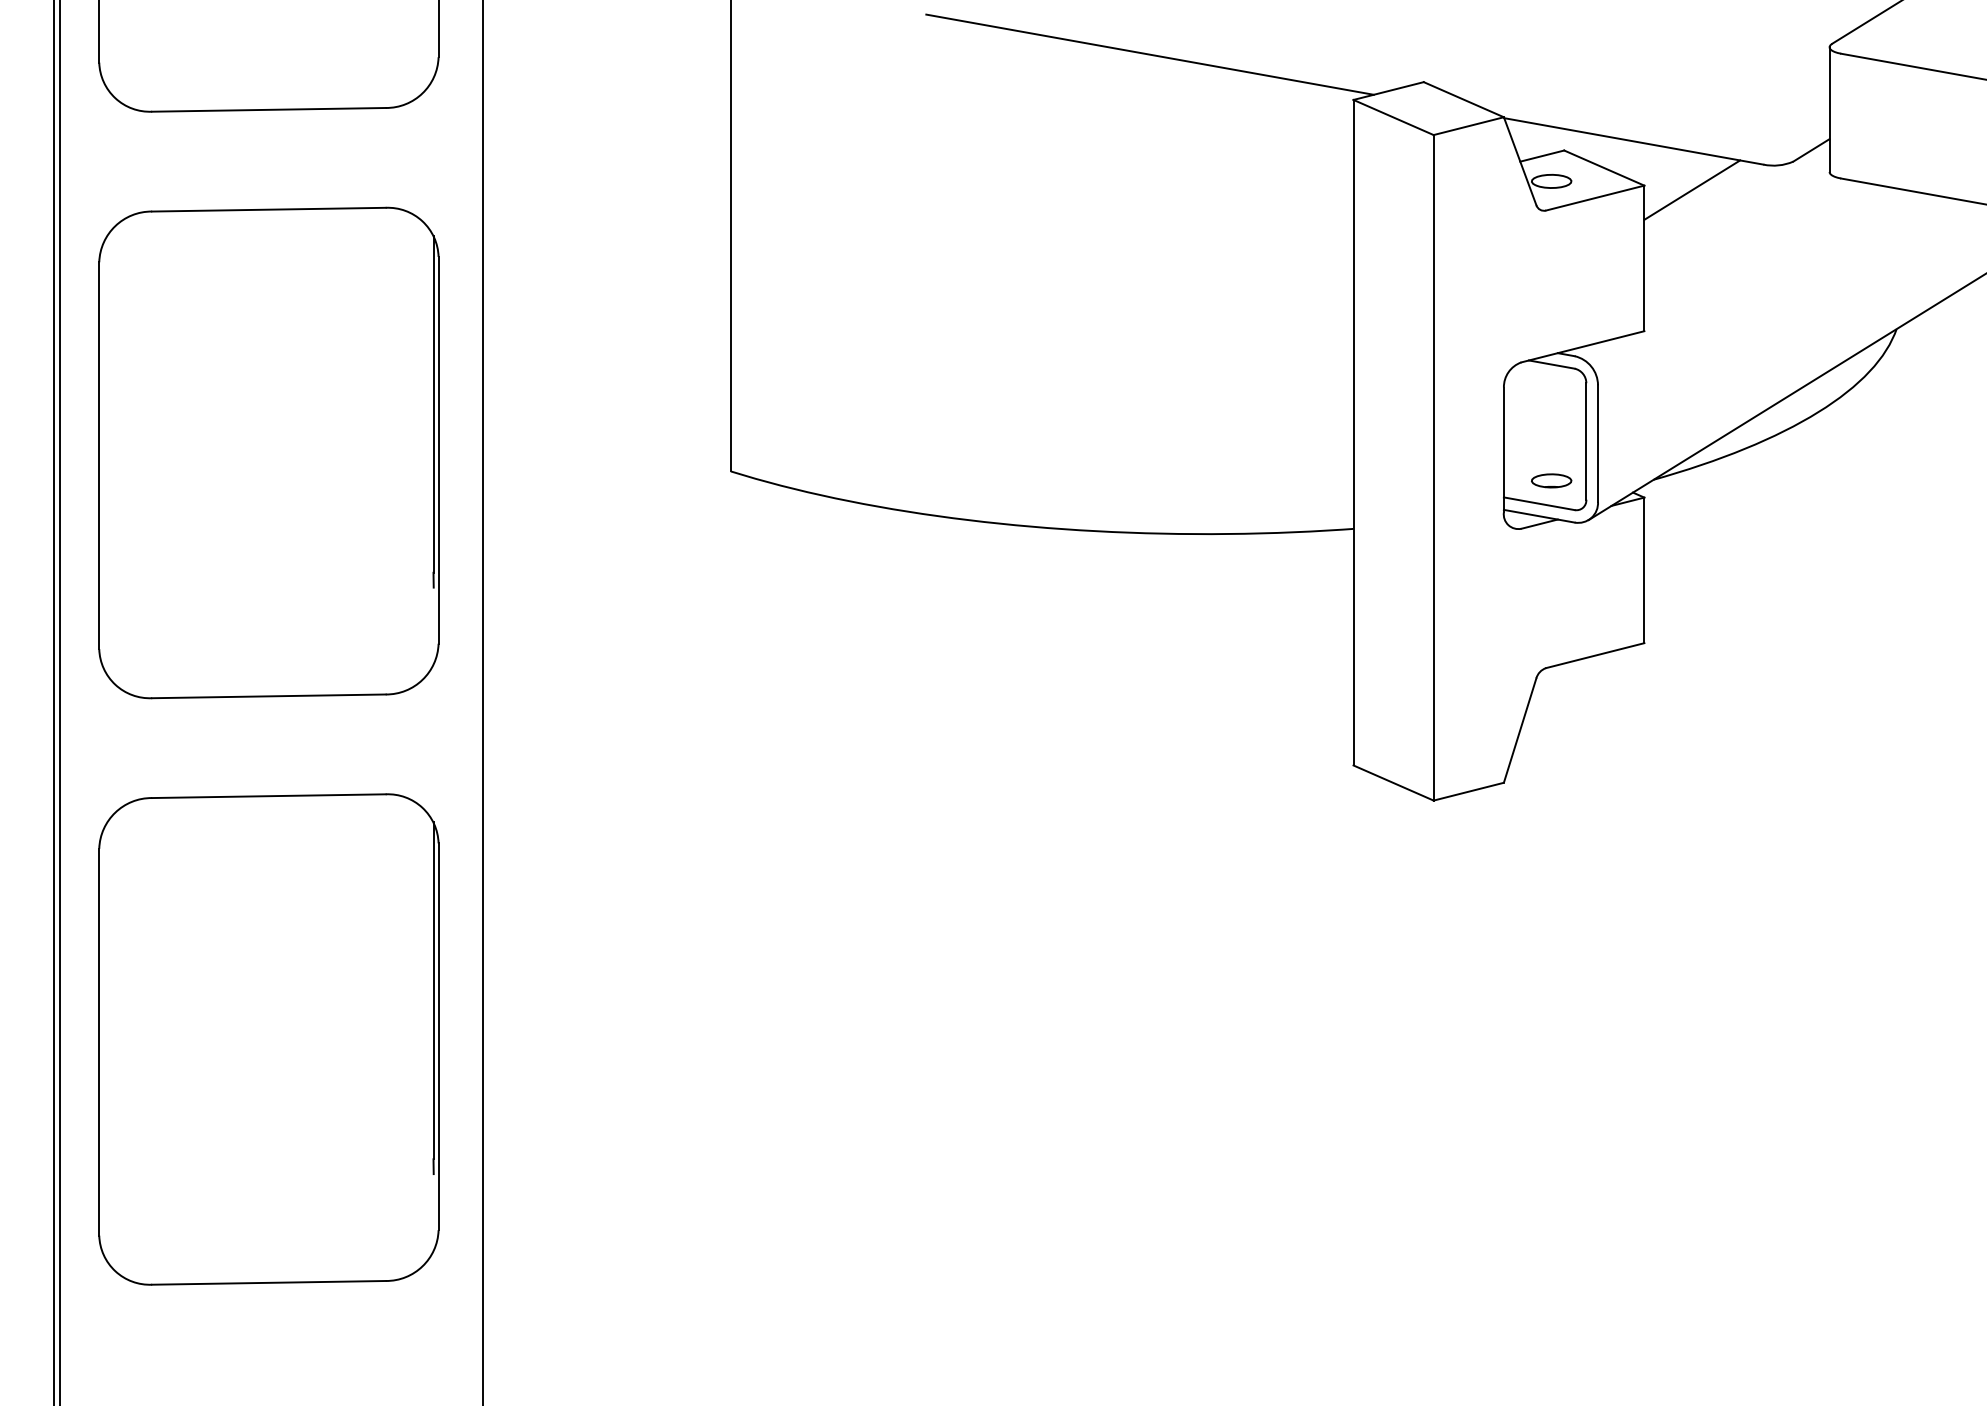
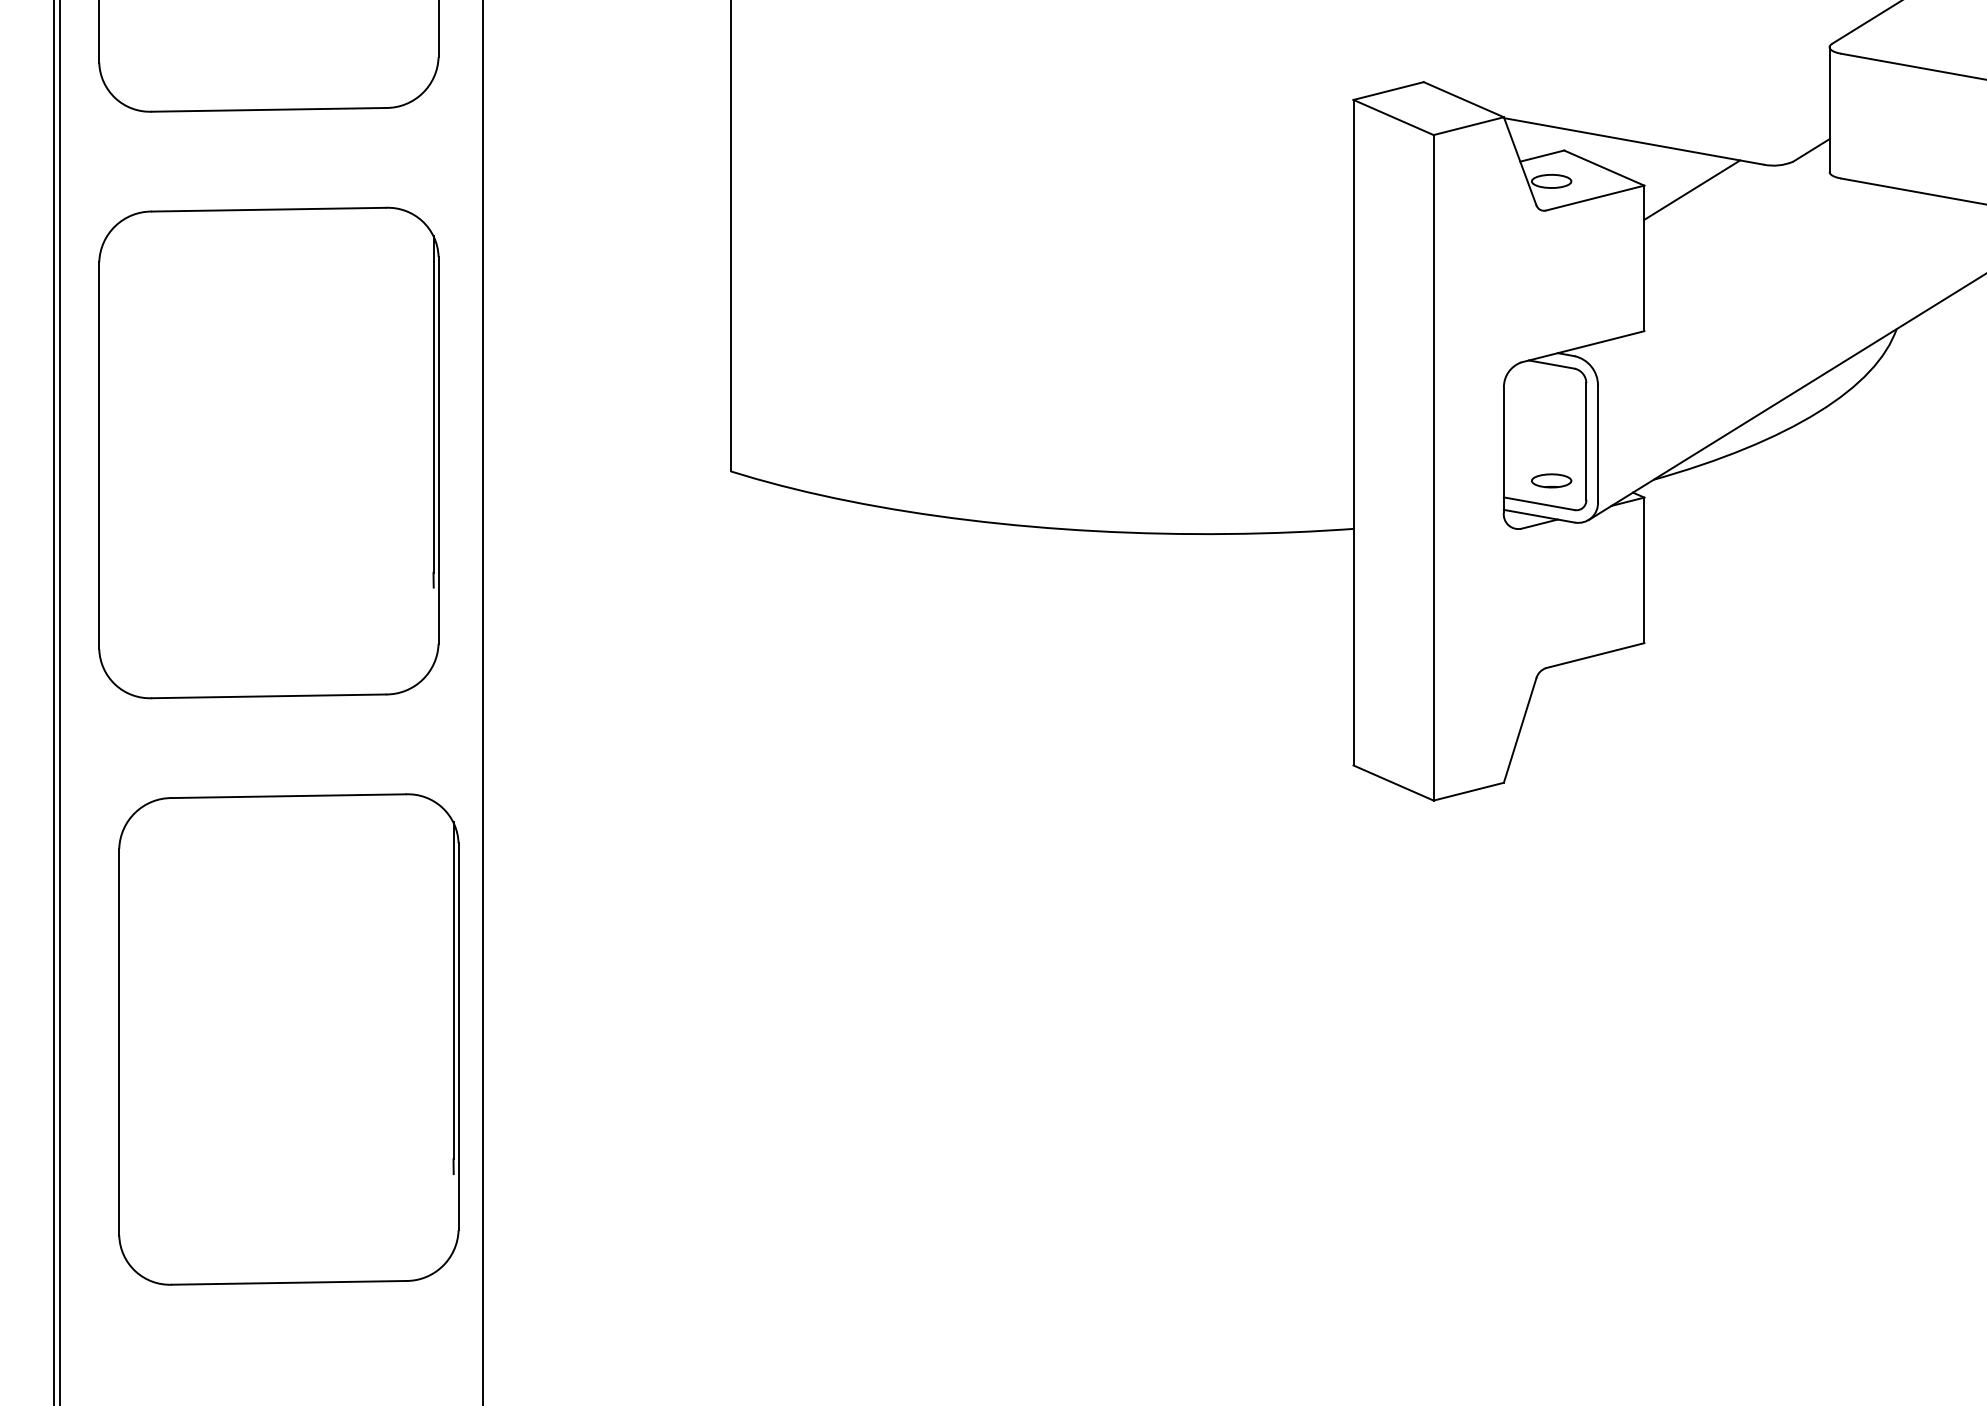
line at (1149, 54): present -> none
part at (268, 1039) position: (268, 1039) -> (288, 1039)
